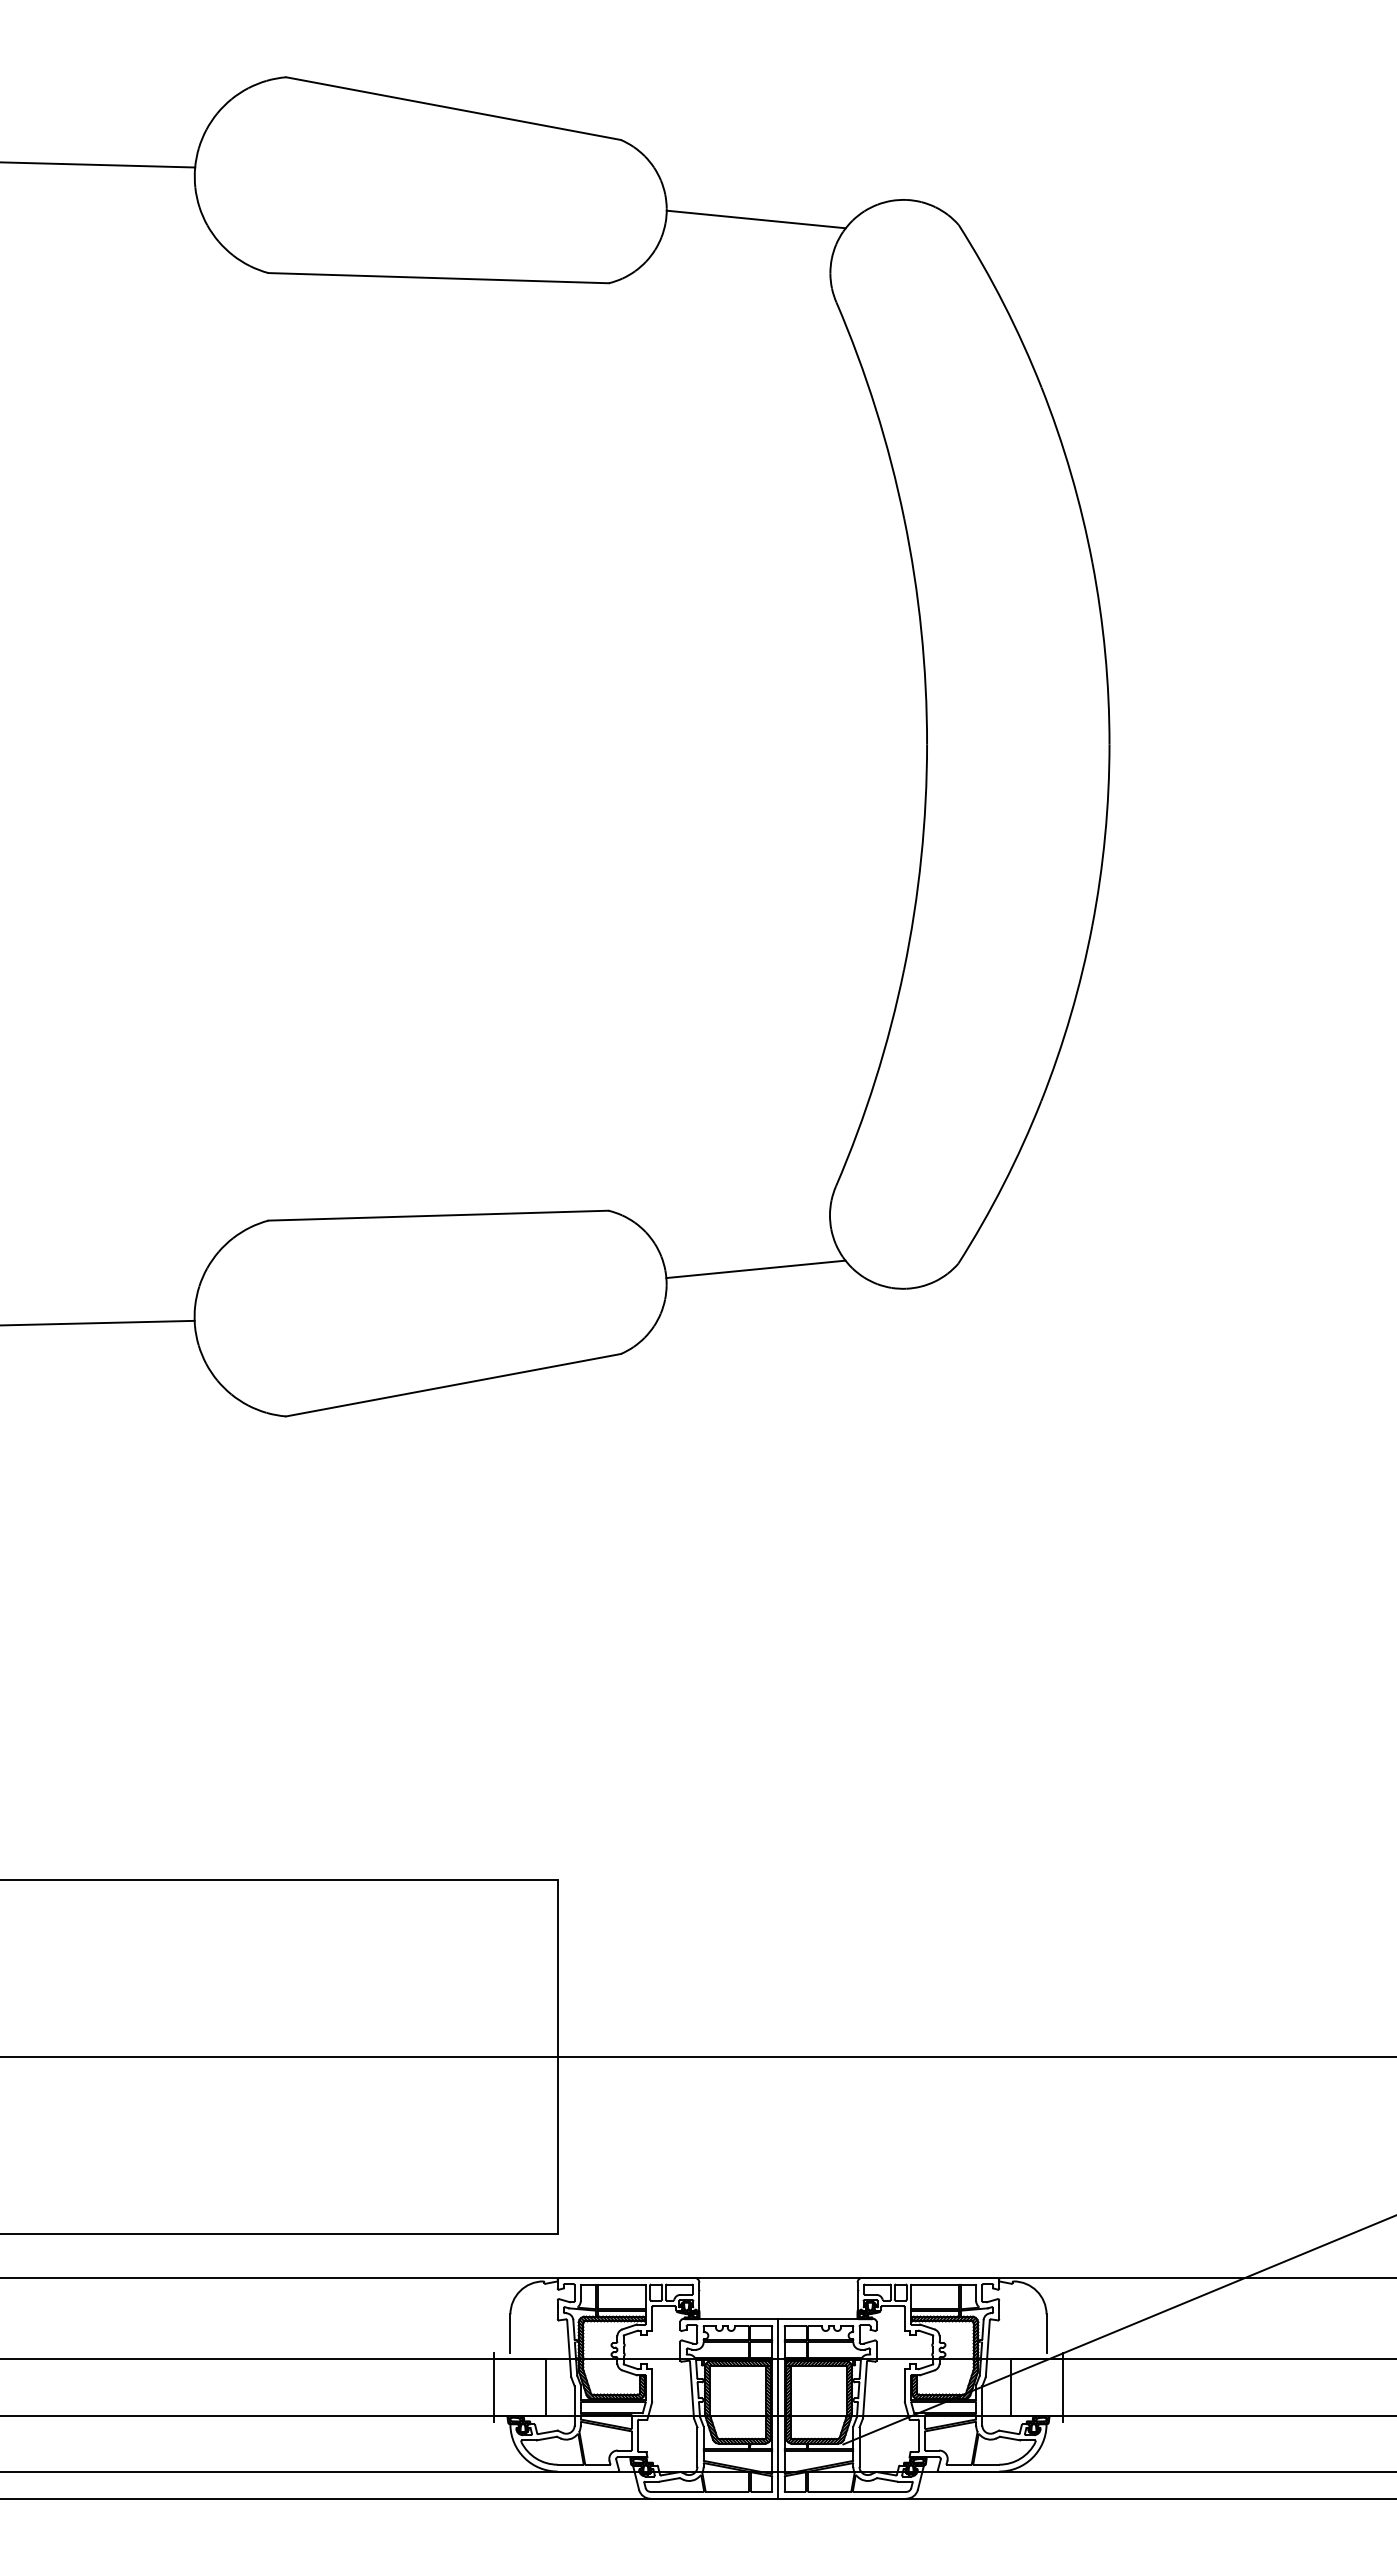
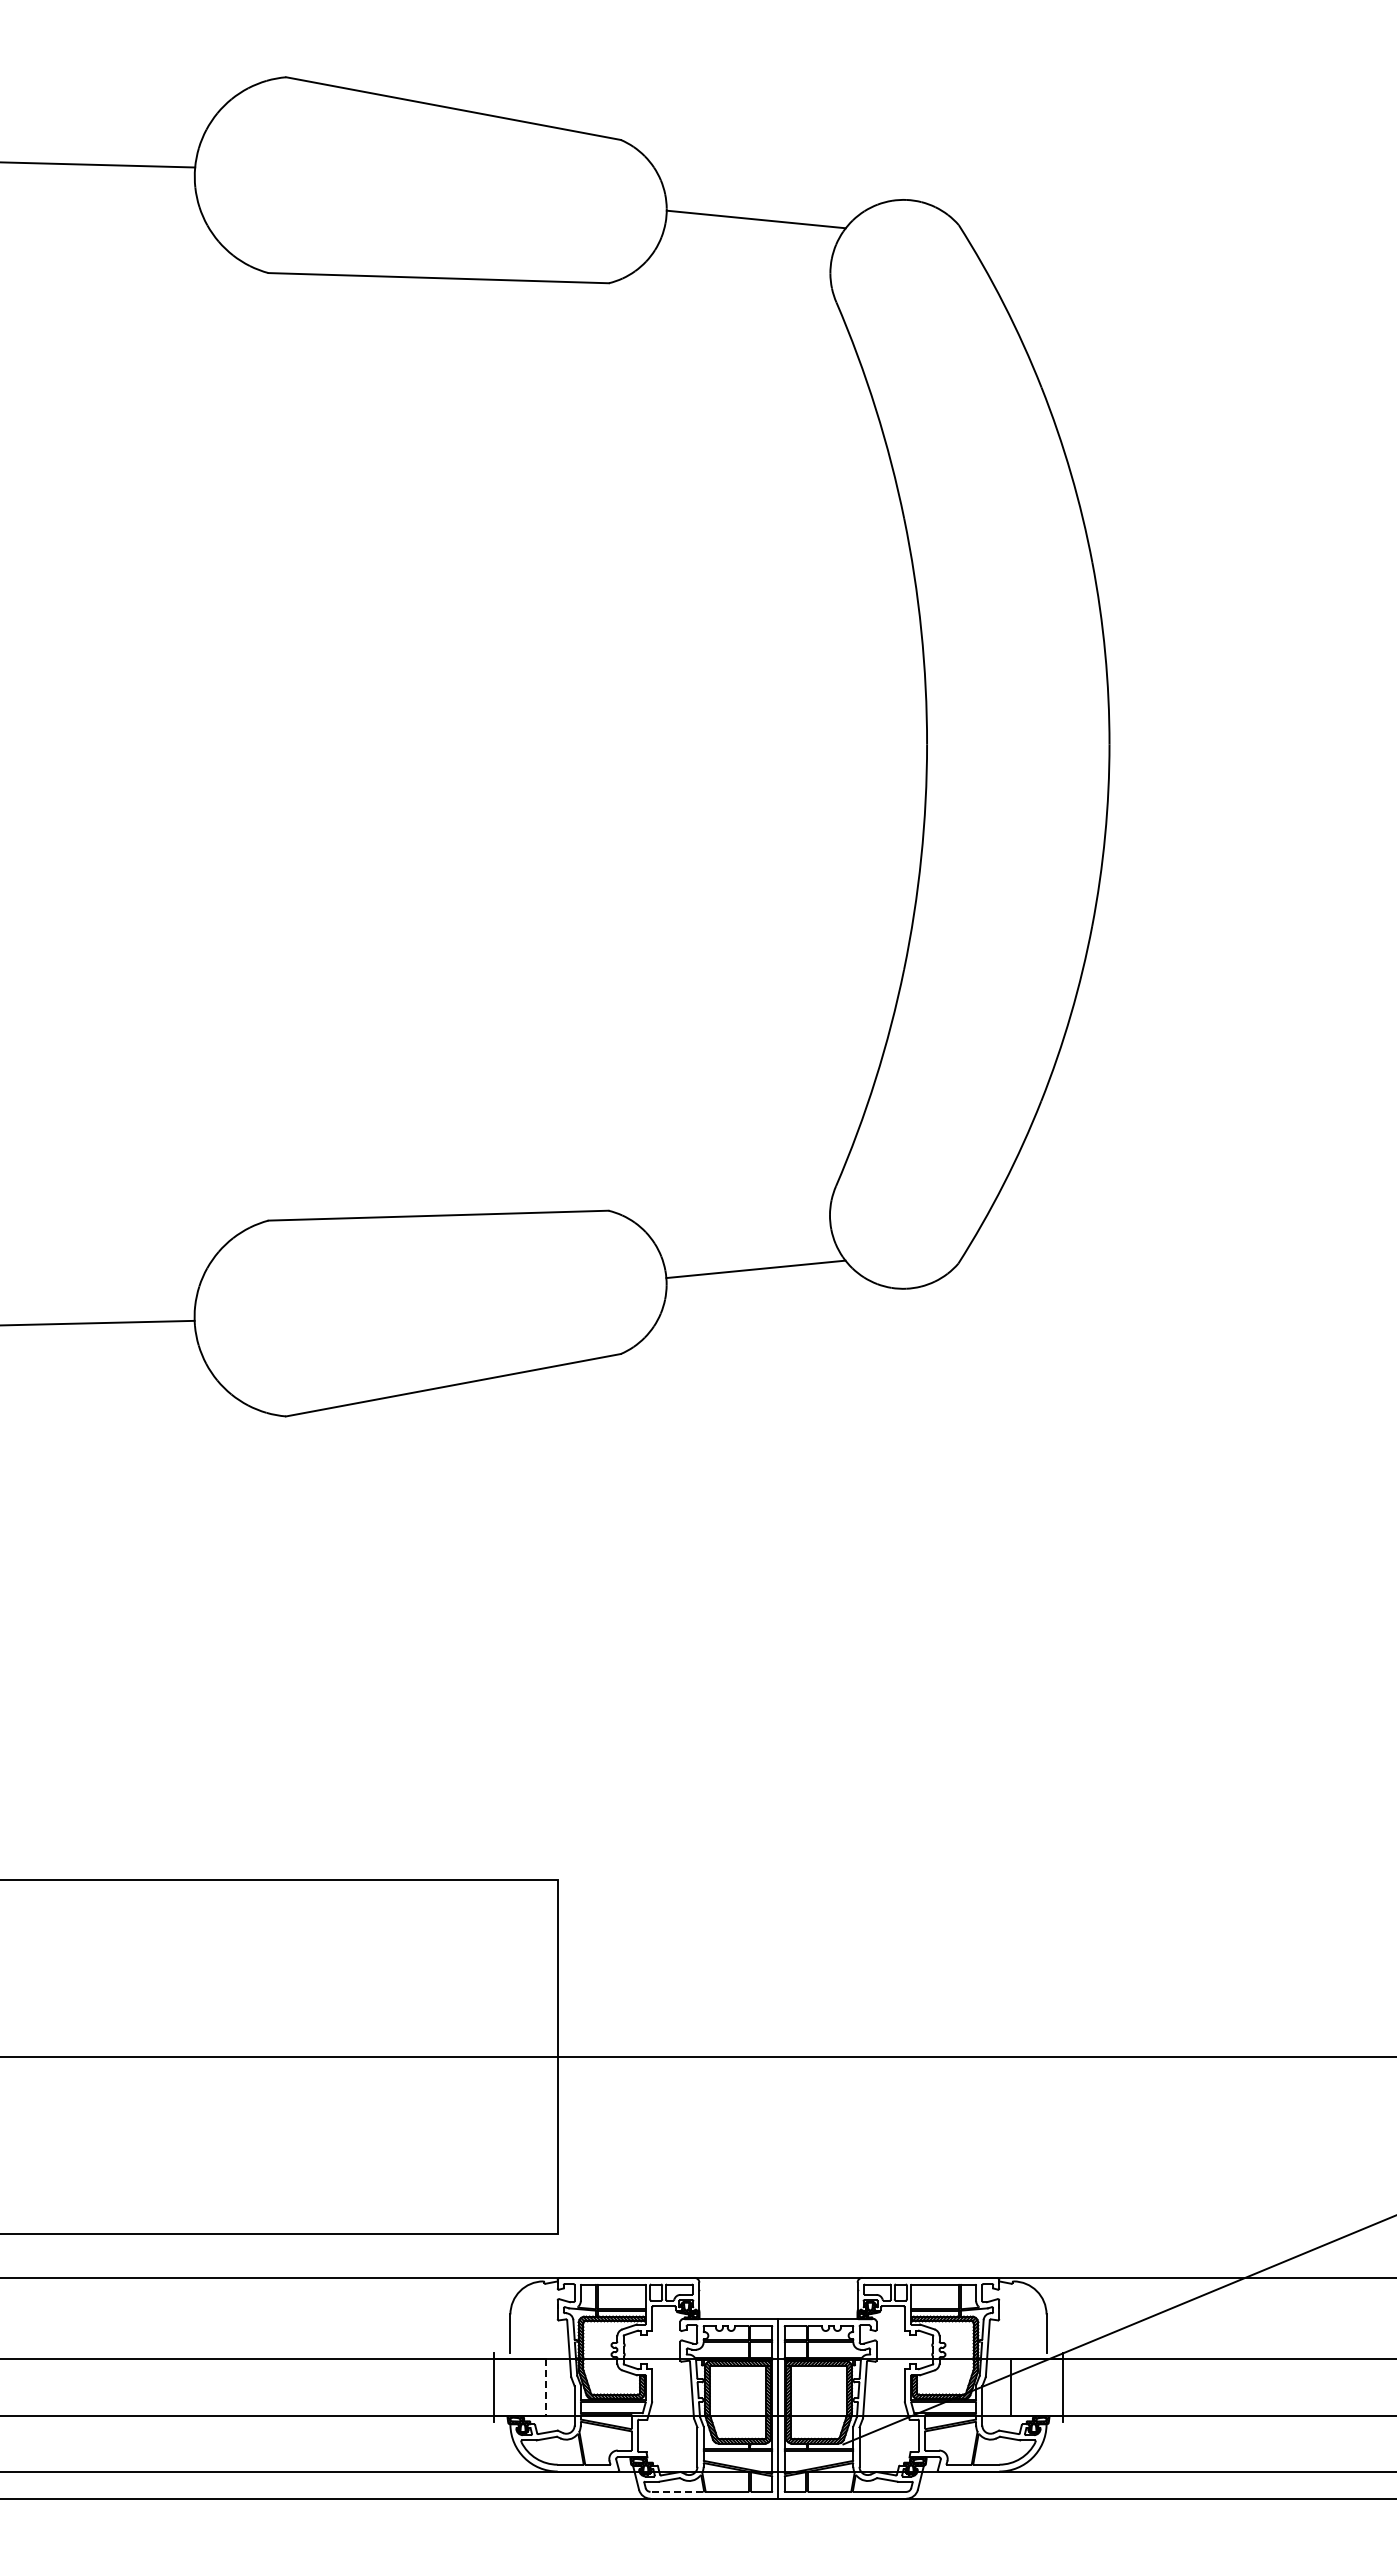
line at (545, 2388): solid -> dashed
line at (676, 2491): solid -> dashed
